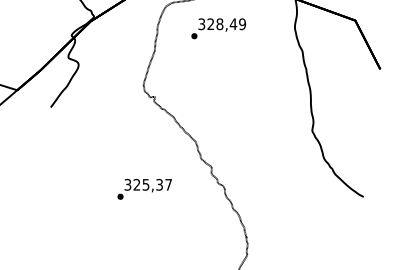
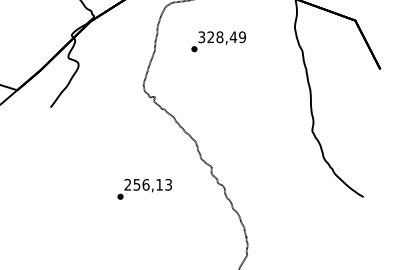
text at (218, 28) position: (218, 28) -> (218, 41)
text at (147, 184): 325,37 -> 256,13
